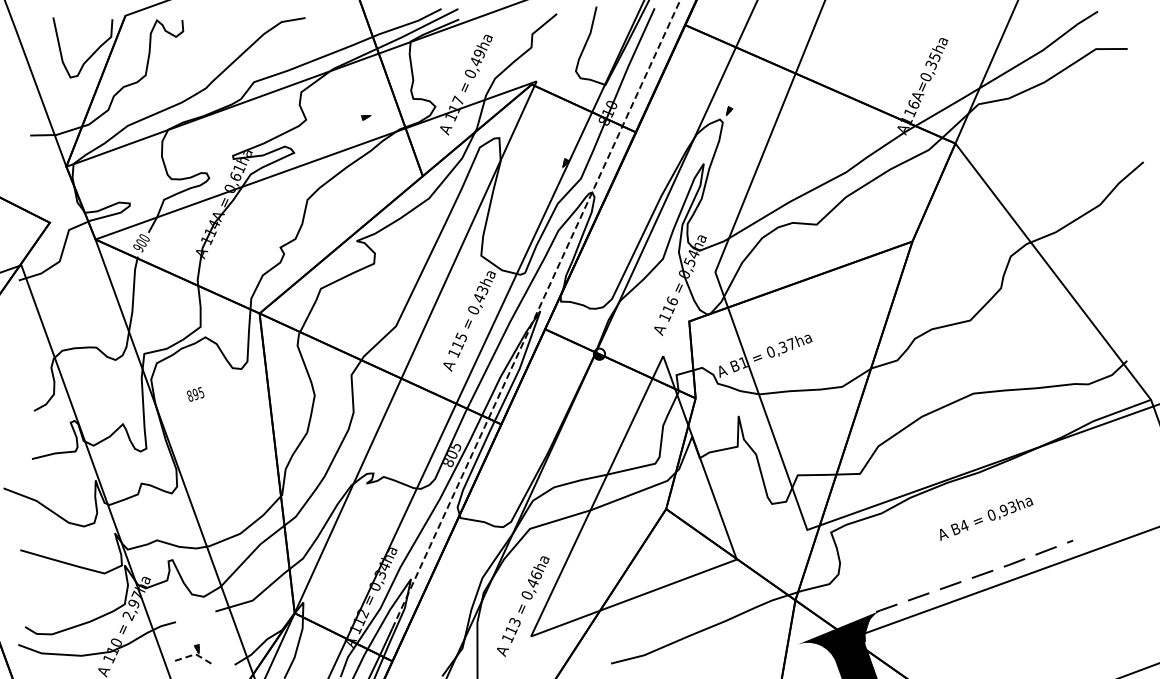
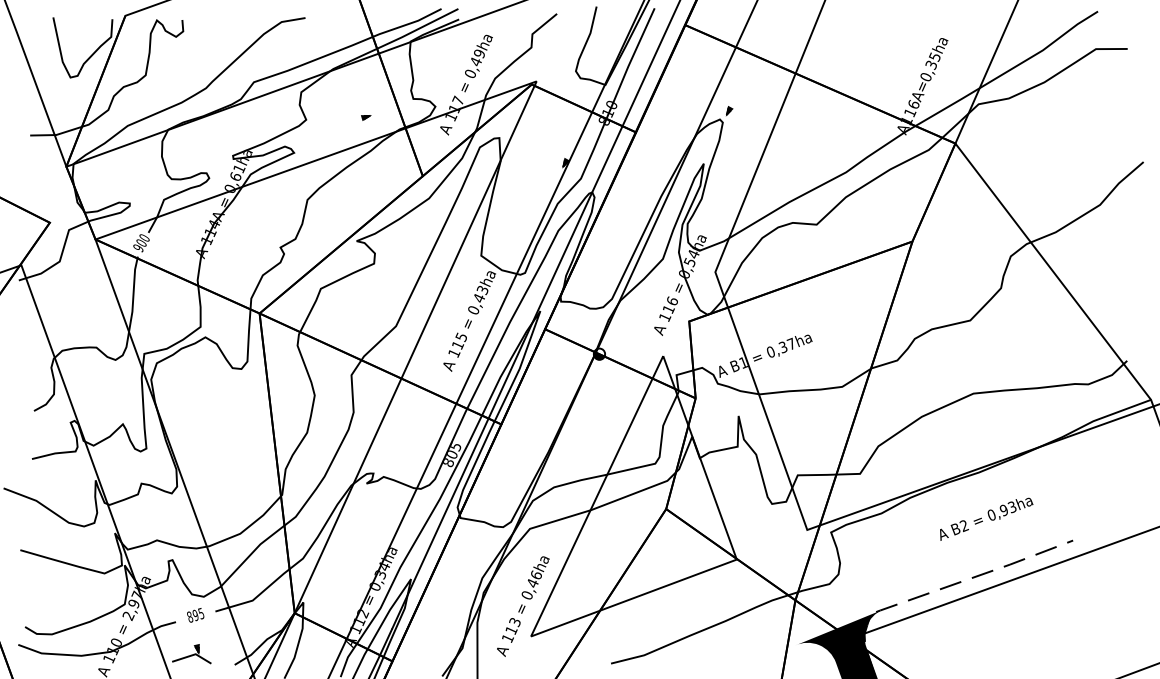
line at (536, 314): dashed -> solid
text at (195, 394) position: (195, 394) -> (195, 615)
text at (964, 526): B4 -> B2
line at (192, 655): dashed -> solid
